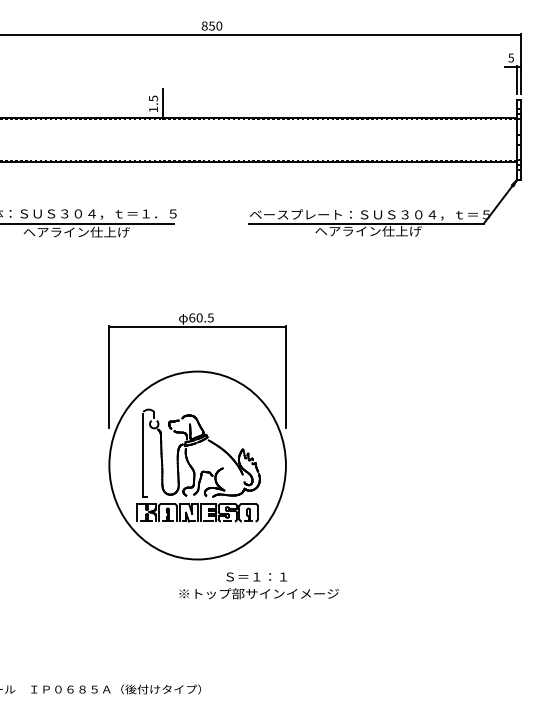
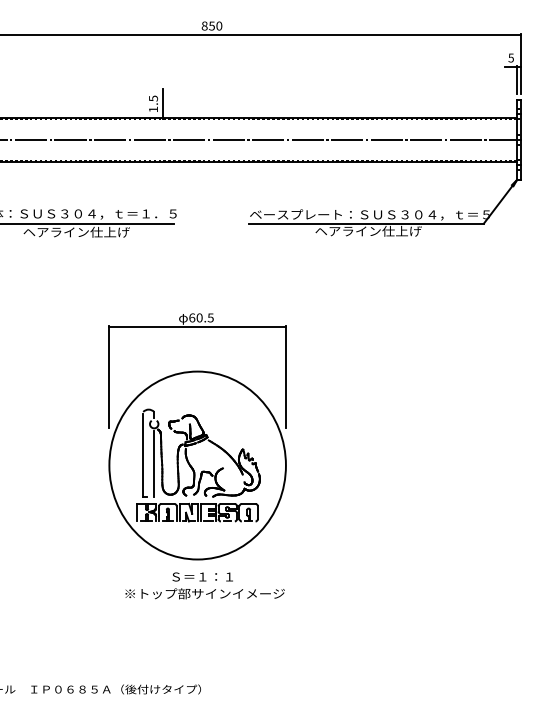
line at (262, 139): none -> present
line at (154, 463): none -> present
text at (258, 585) position: (258, 585) -> (204, 585)
